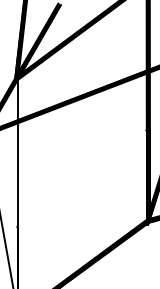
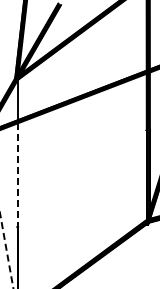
line at (18, 175): solid -> dashed
line at (6, 250): solid -> dashed
